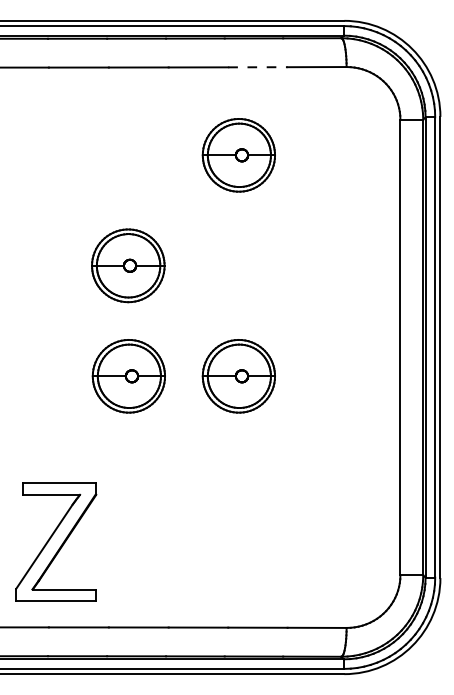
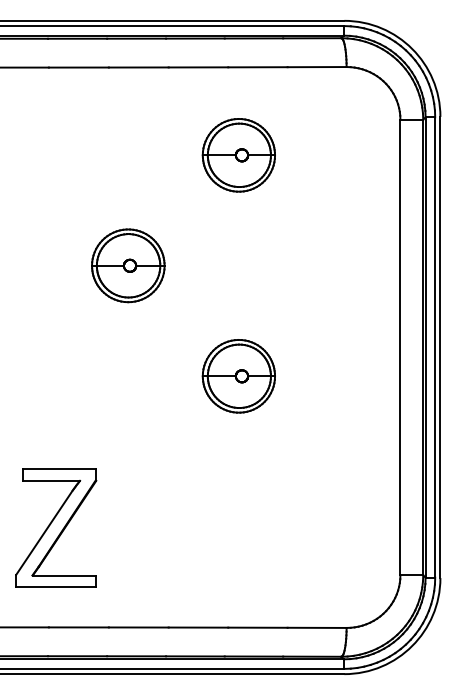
line at (257, 67): dashed -> solid
part at (128, 376): present -> none
part at (56, 541) position: (56, 541) -> (56, 527)
